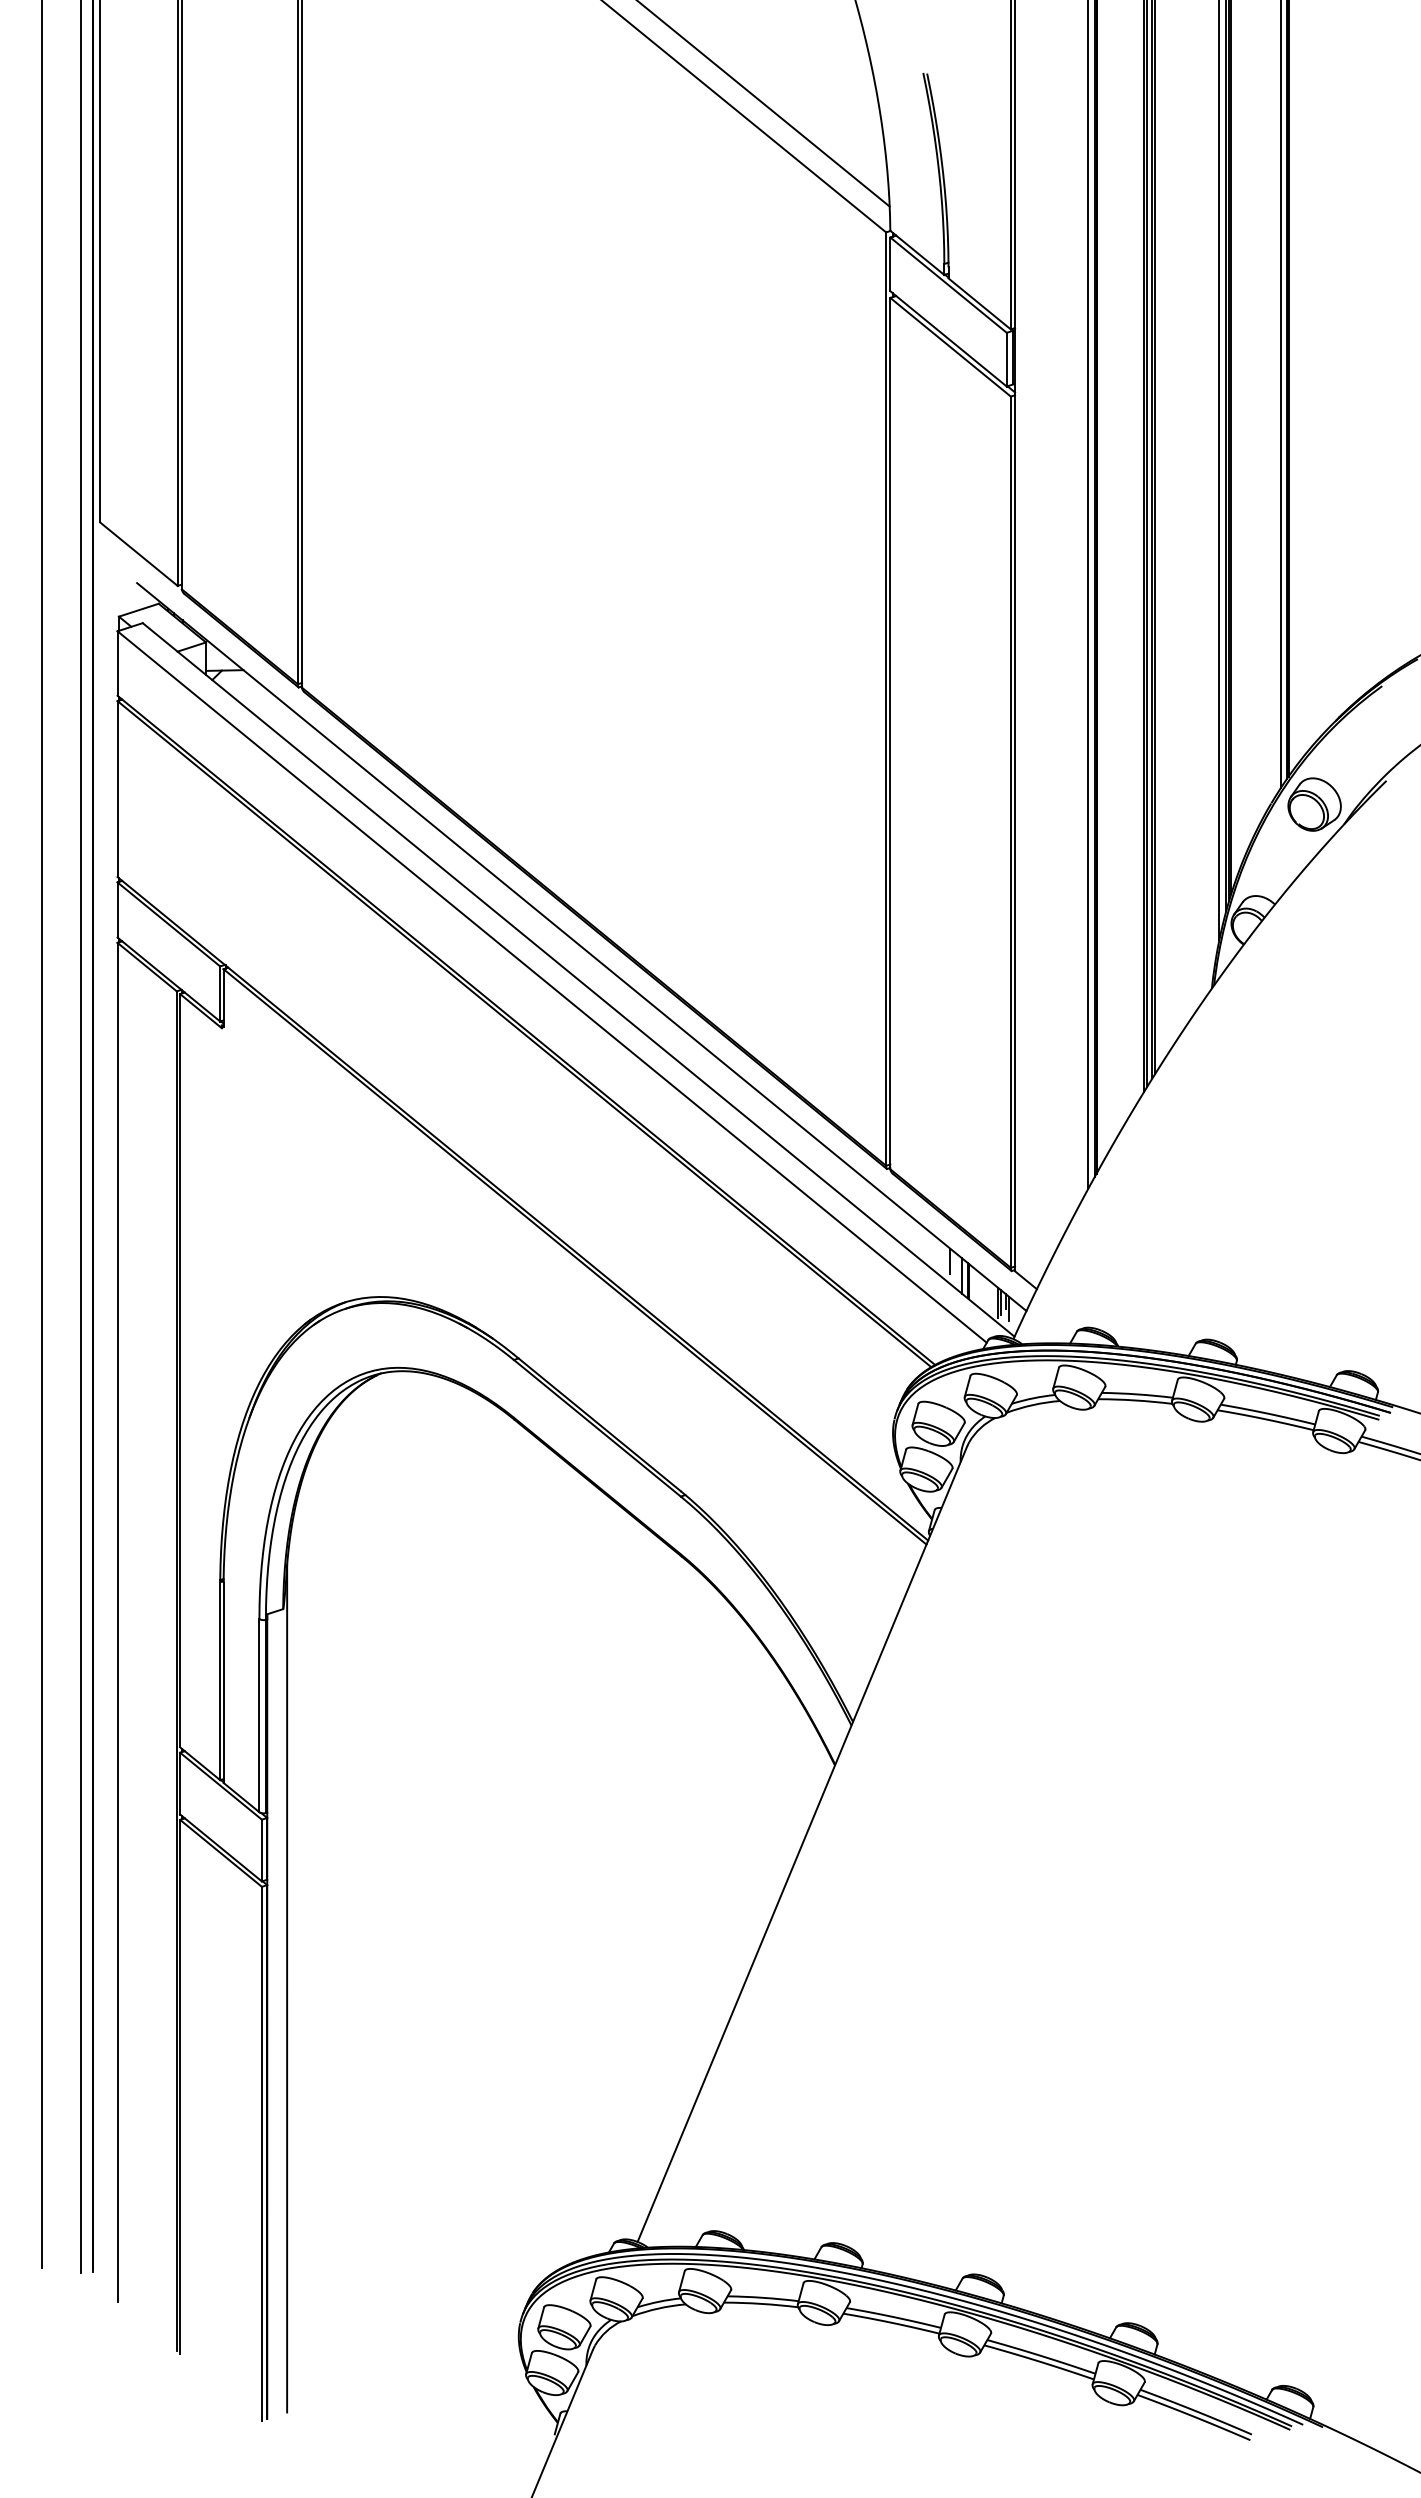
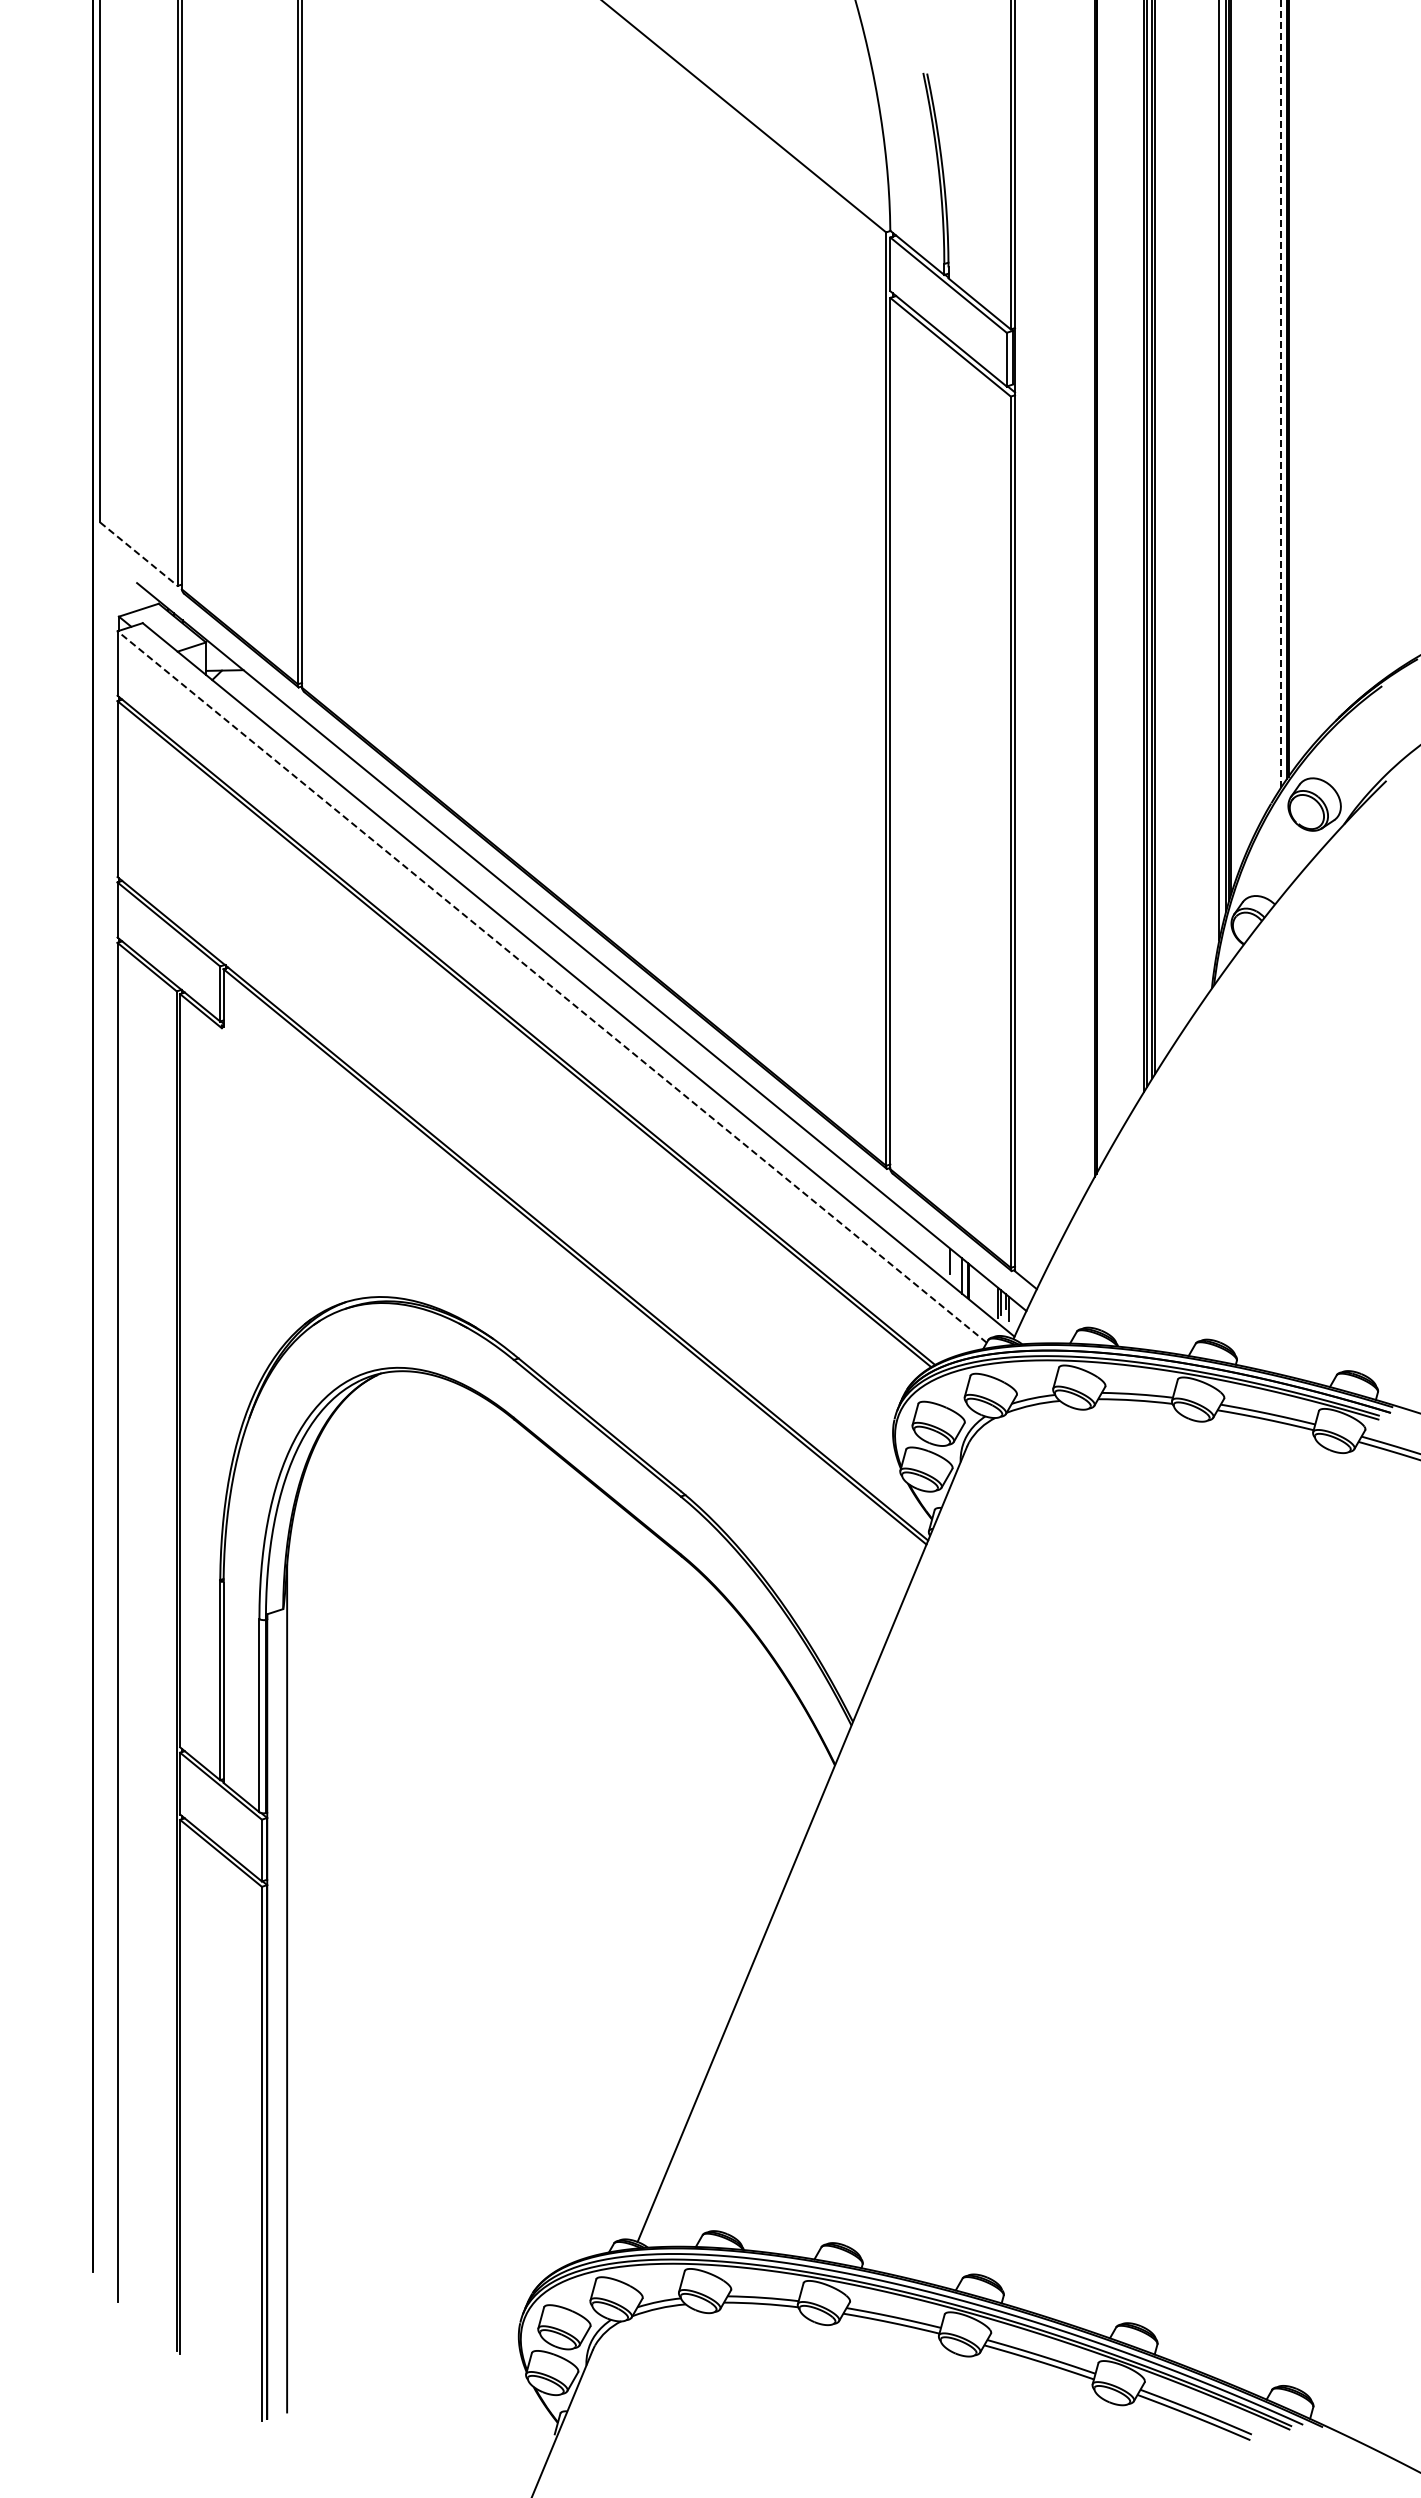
line at (764, 104): present -> none
line at (1280, 394): solid -> dashed
line at (139, 554): solid -> dashed
line at (1088, 595): present -> none
line at (552, 987): solid -> dashed
line at (42, 1135): present -> none
line at (80, 1137): present -> none
